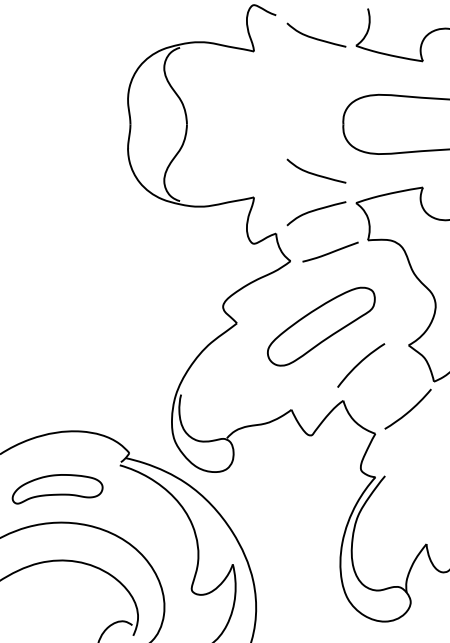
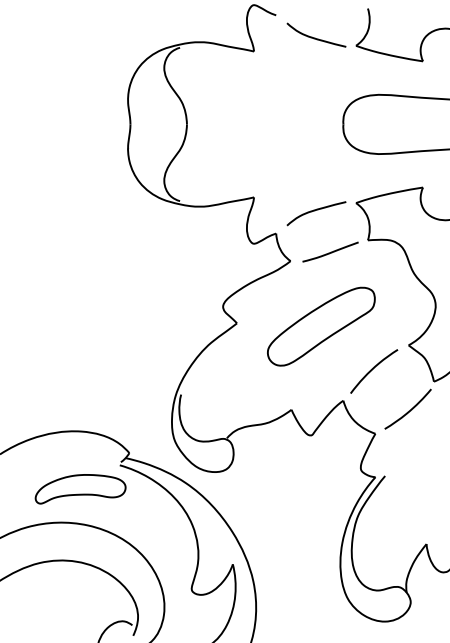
curve at (315, 173): present -> none
curve at (360, 363) position: (360, 363) -> (373, 369)
part at (57, 489) position: (57, 489) -> (80, 489)
